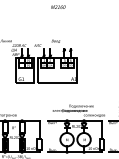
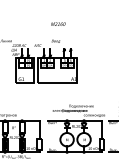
text at (58, 6) position: (58, 6) -> (58, 23)
